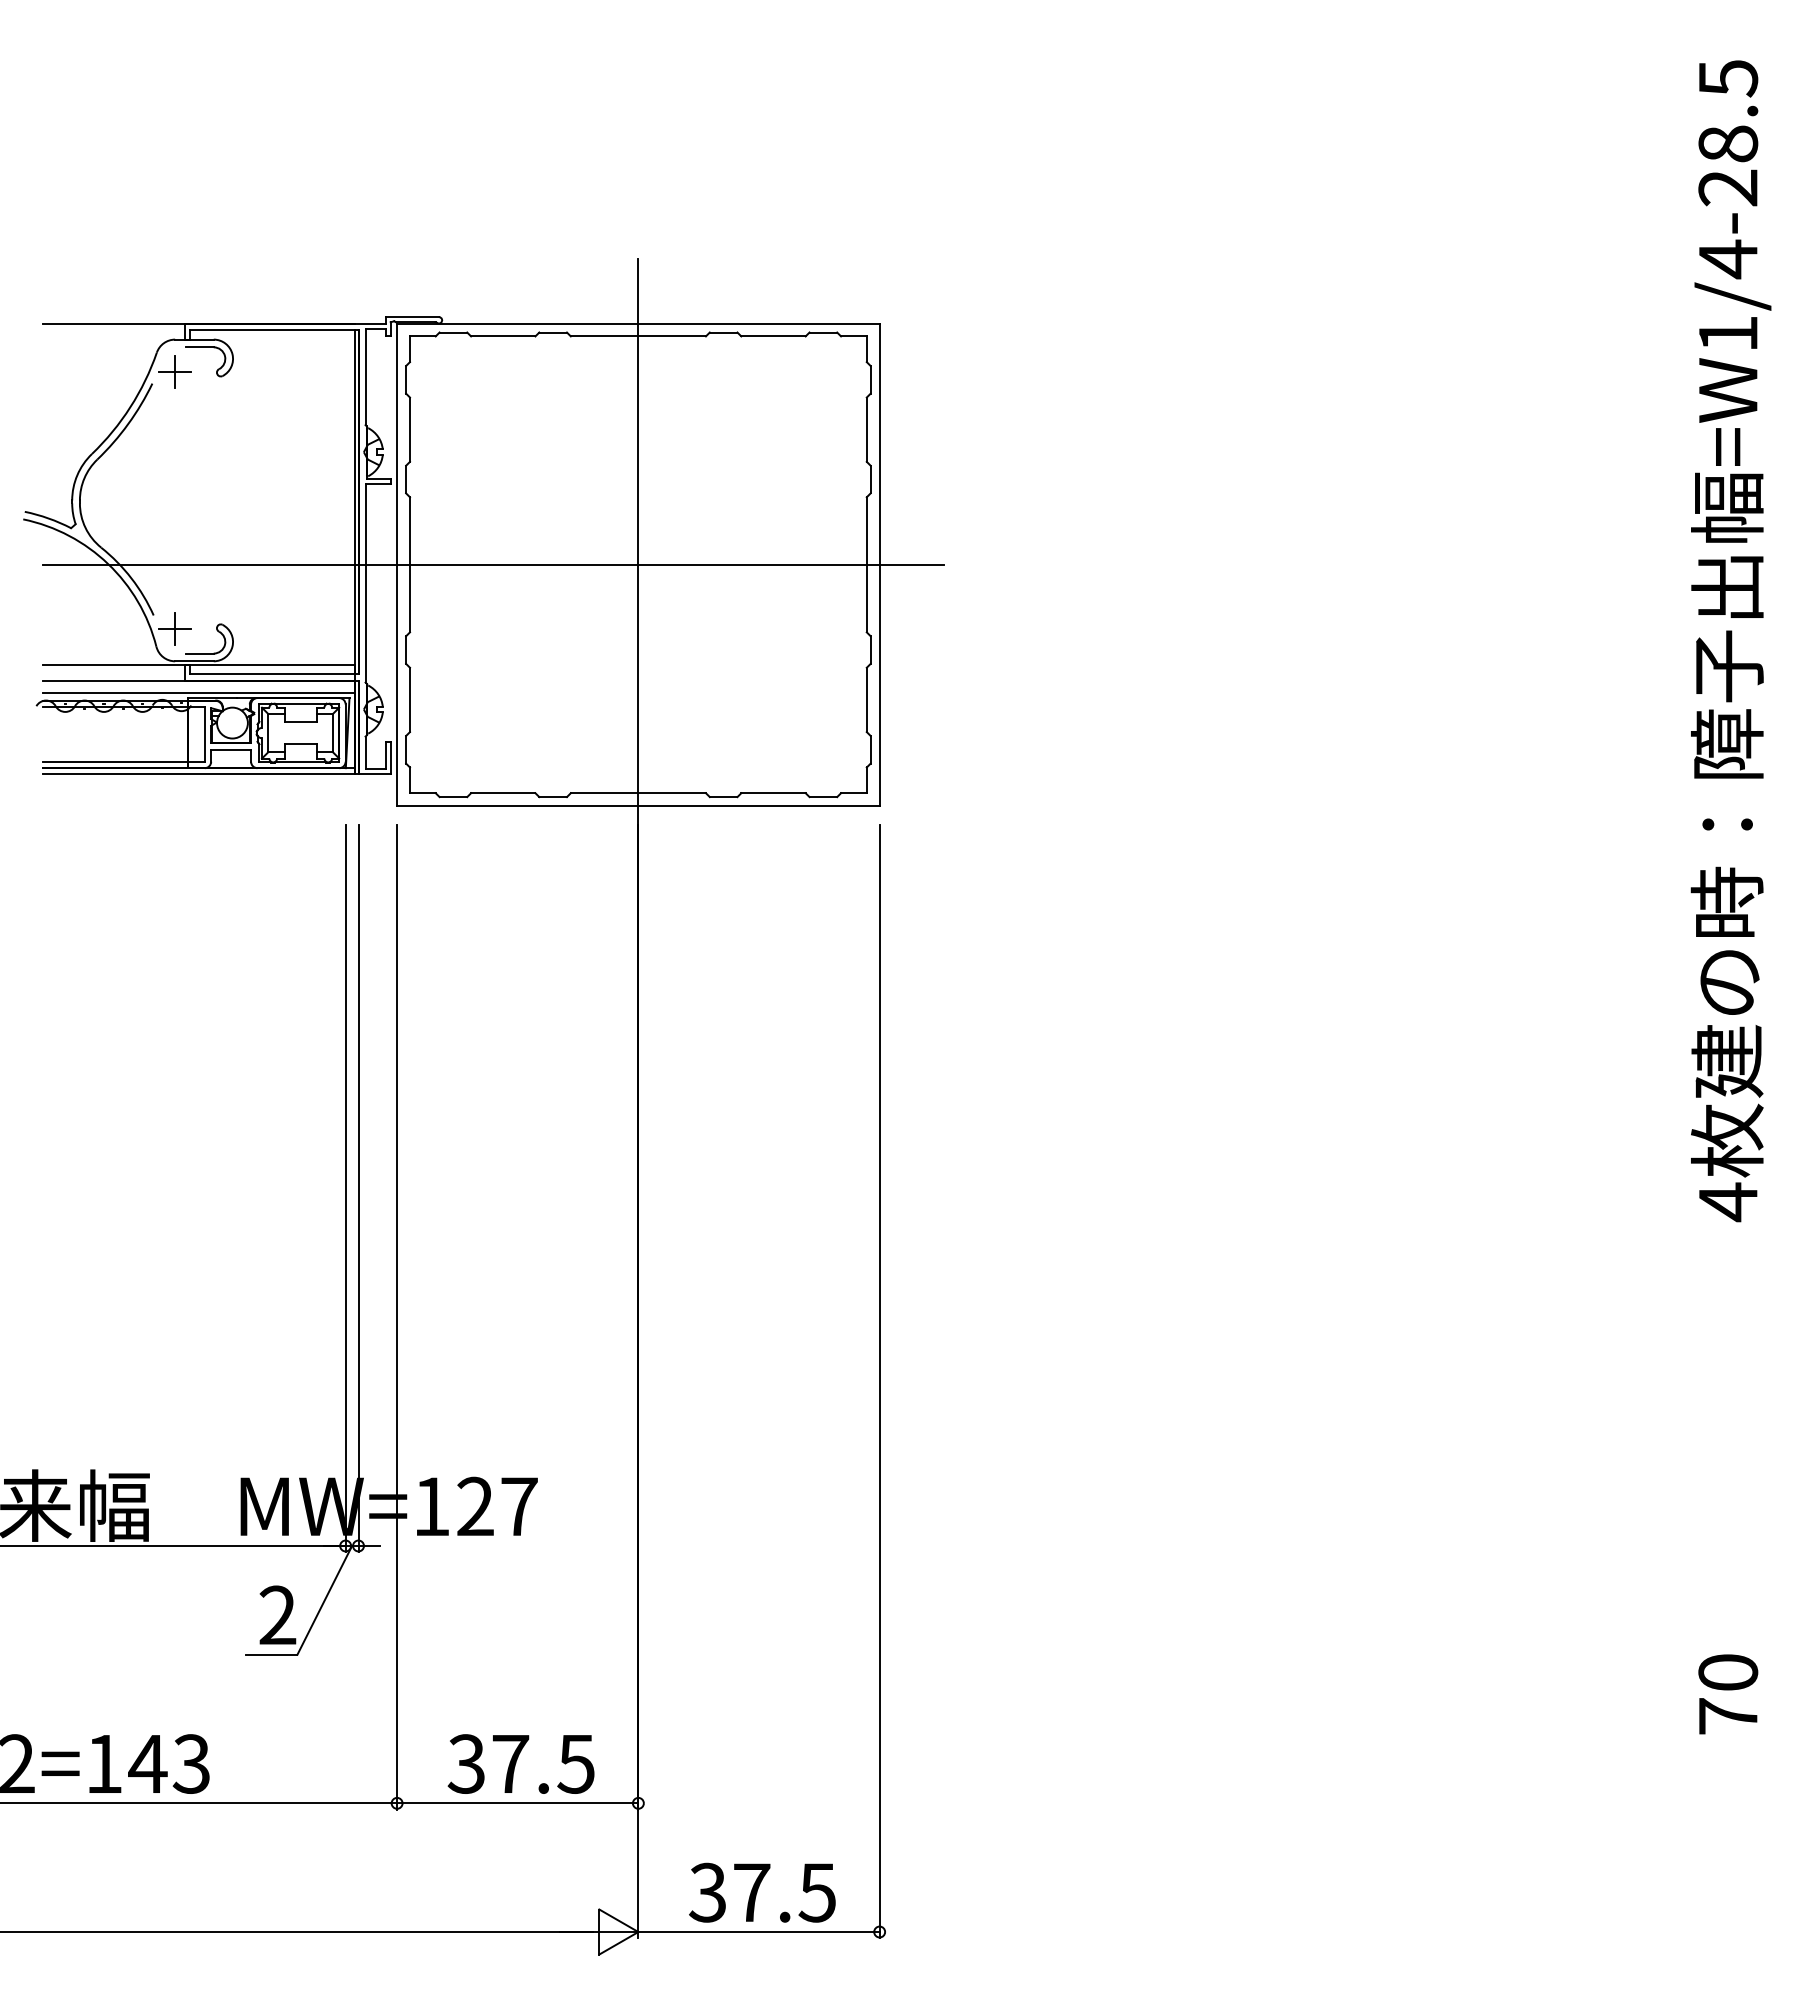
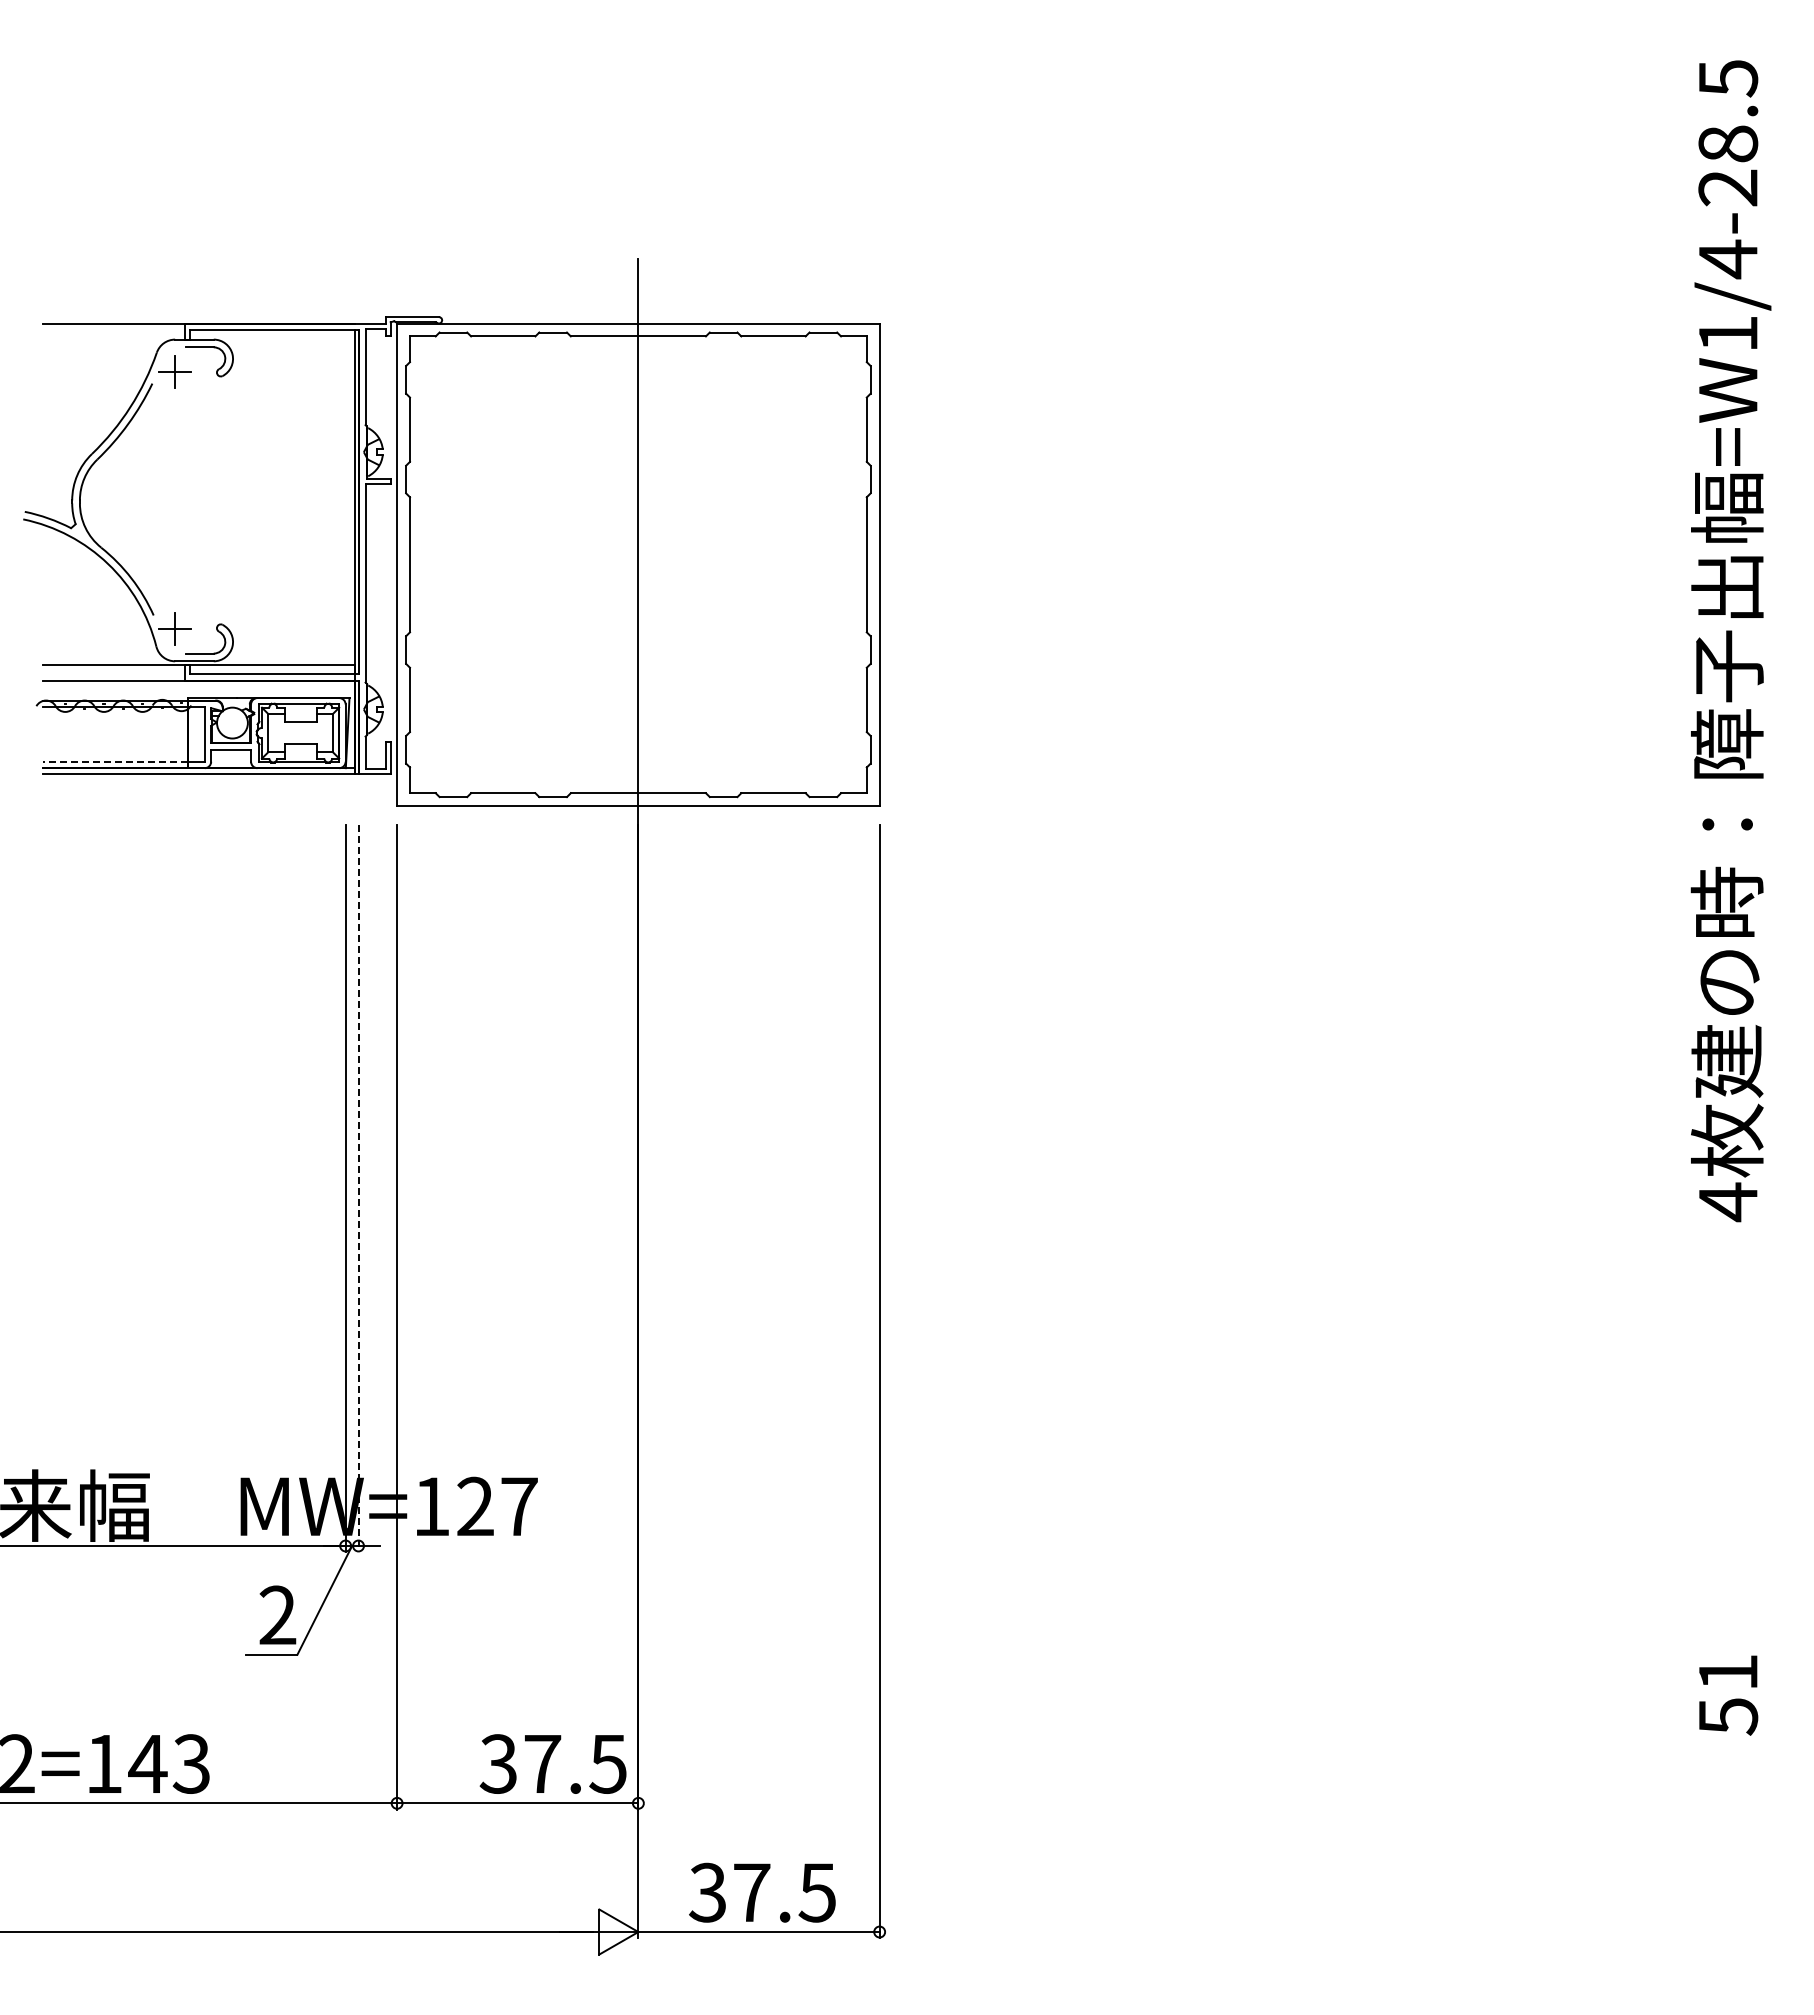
line at (493, 564): present -> none
line at (199, 693): present -> none
line at (115, 761): solid -> dashed
line at (358, 1188): solid -> dashed
text at (1728, 1694): 70 -> 51
text at (520, 1763) position: (520, 1763) -> (552, 1763)
